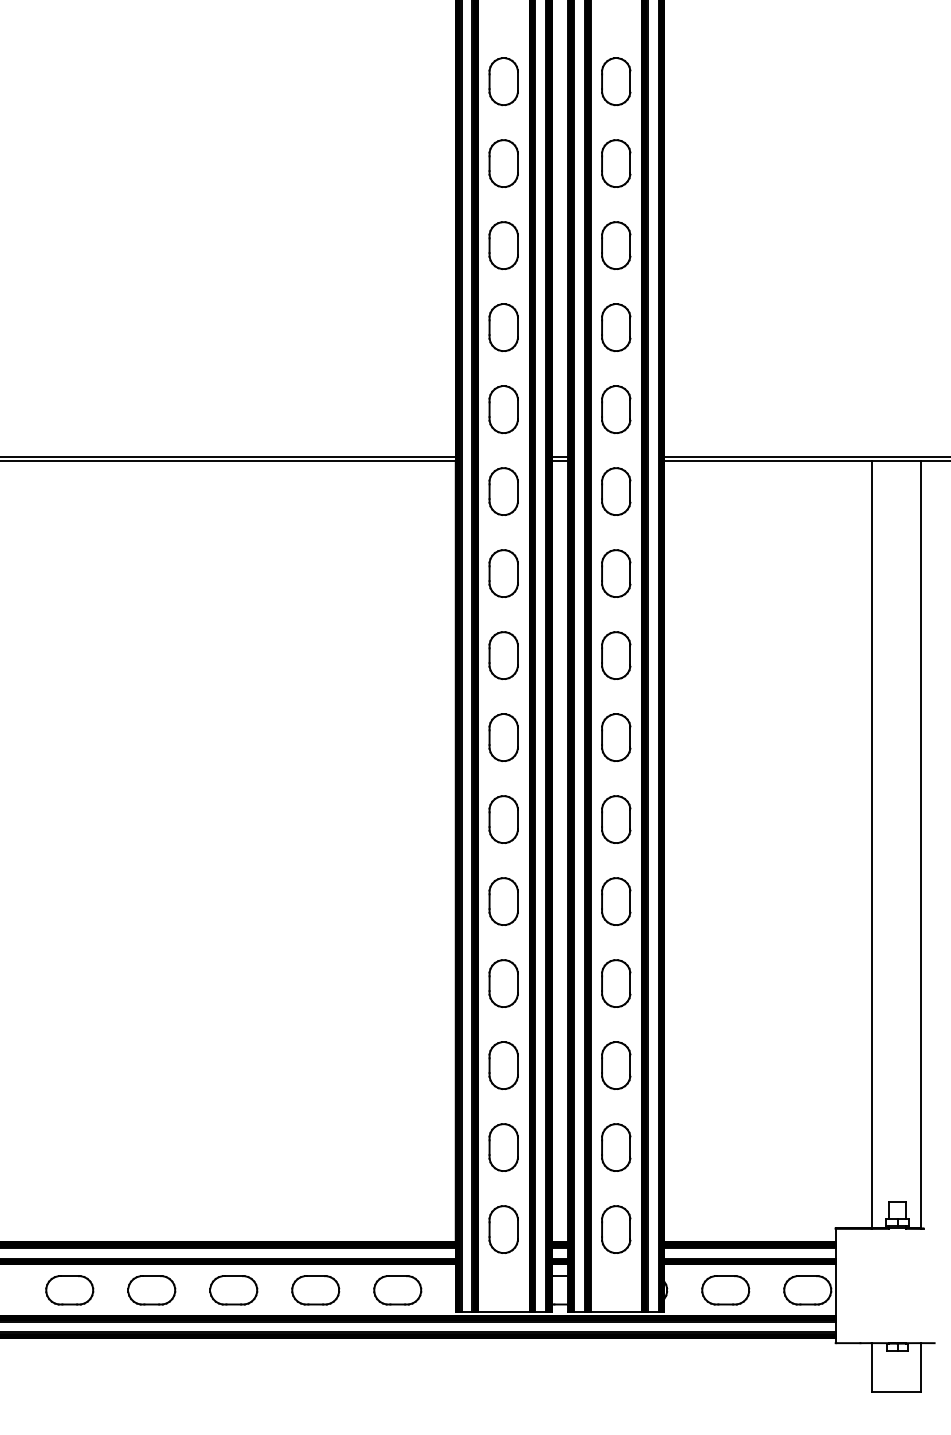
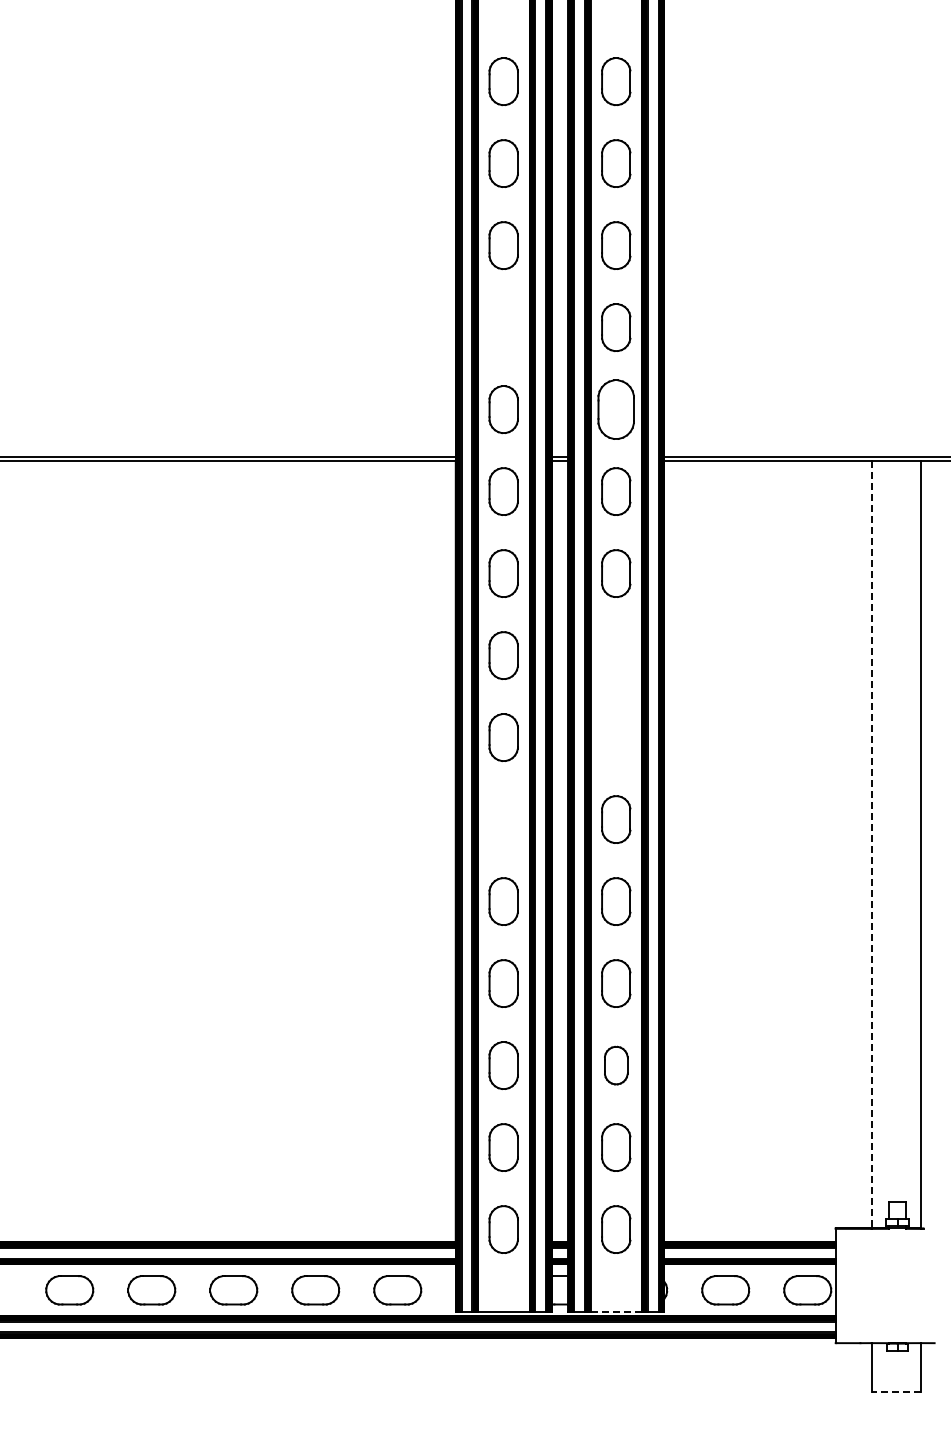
part at (503, 327): present -> none
part at (616, 409) size: 31x49 px -> 38x61 px
part at (616, 655): present -> none
part at (616, 737): present -> none
part at (503, 819): present -> none
line at (871, 844): solid -> dashed
part at (616, 1065) size: 31x49 px -> 25x41 px
line at (616, 1311): solid -> dashed
line at (896, 1391): solid -> dashed
